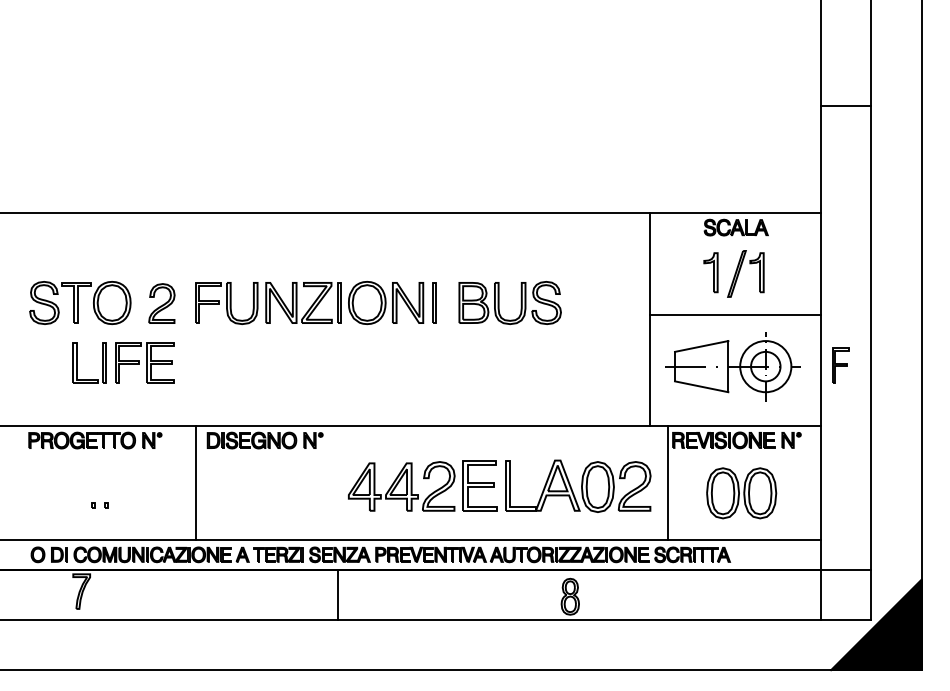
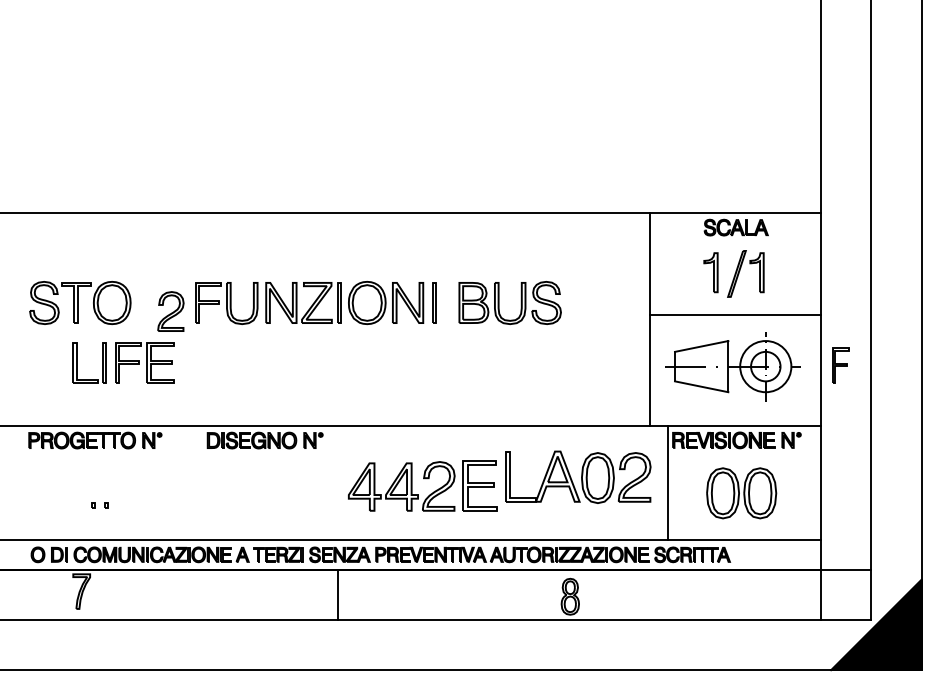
line at (846, 106): present -> none
part at (161, 303) position: (161, 303) -> (170, 311)
line at (196, 482): present -> none
part at (578, 485) position: (578, 485) -> (578, 476)
